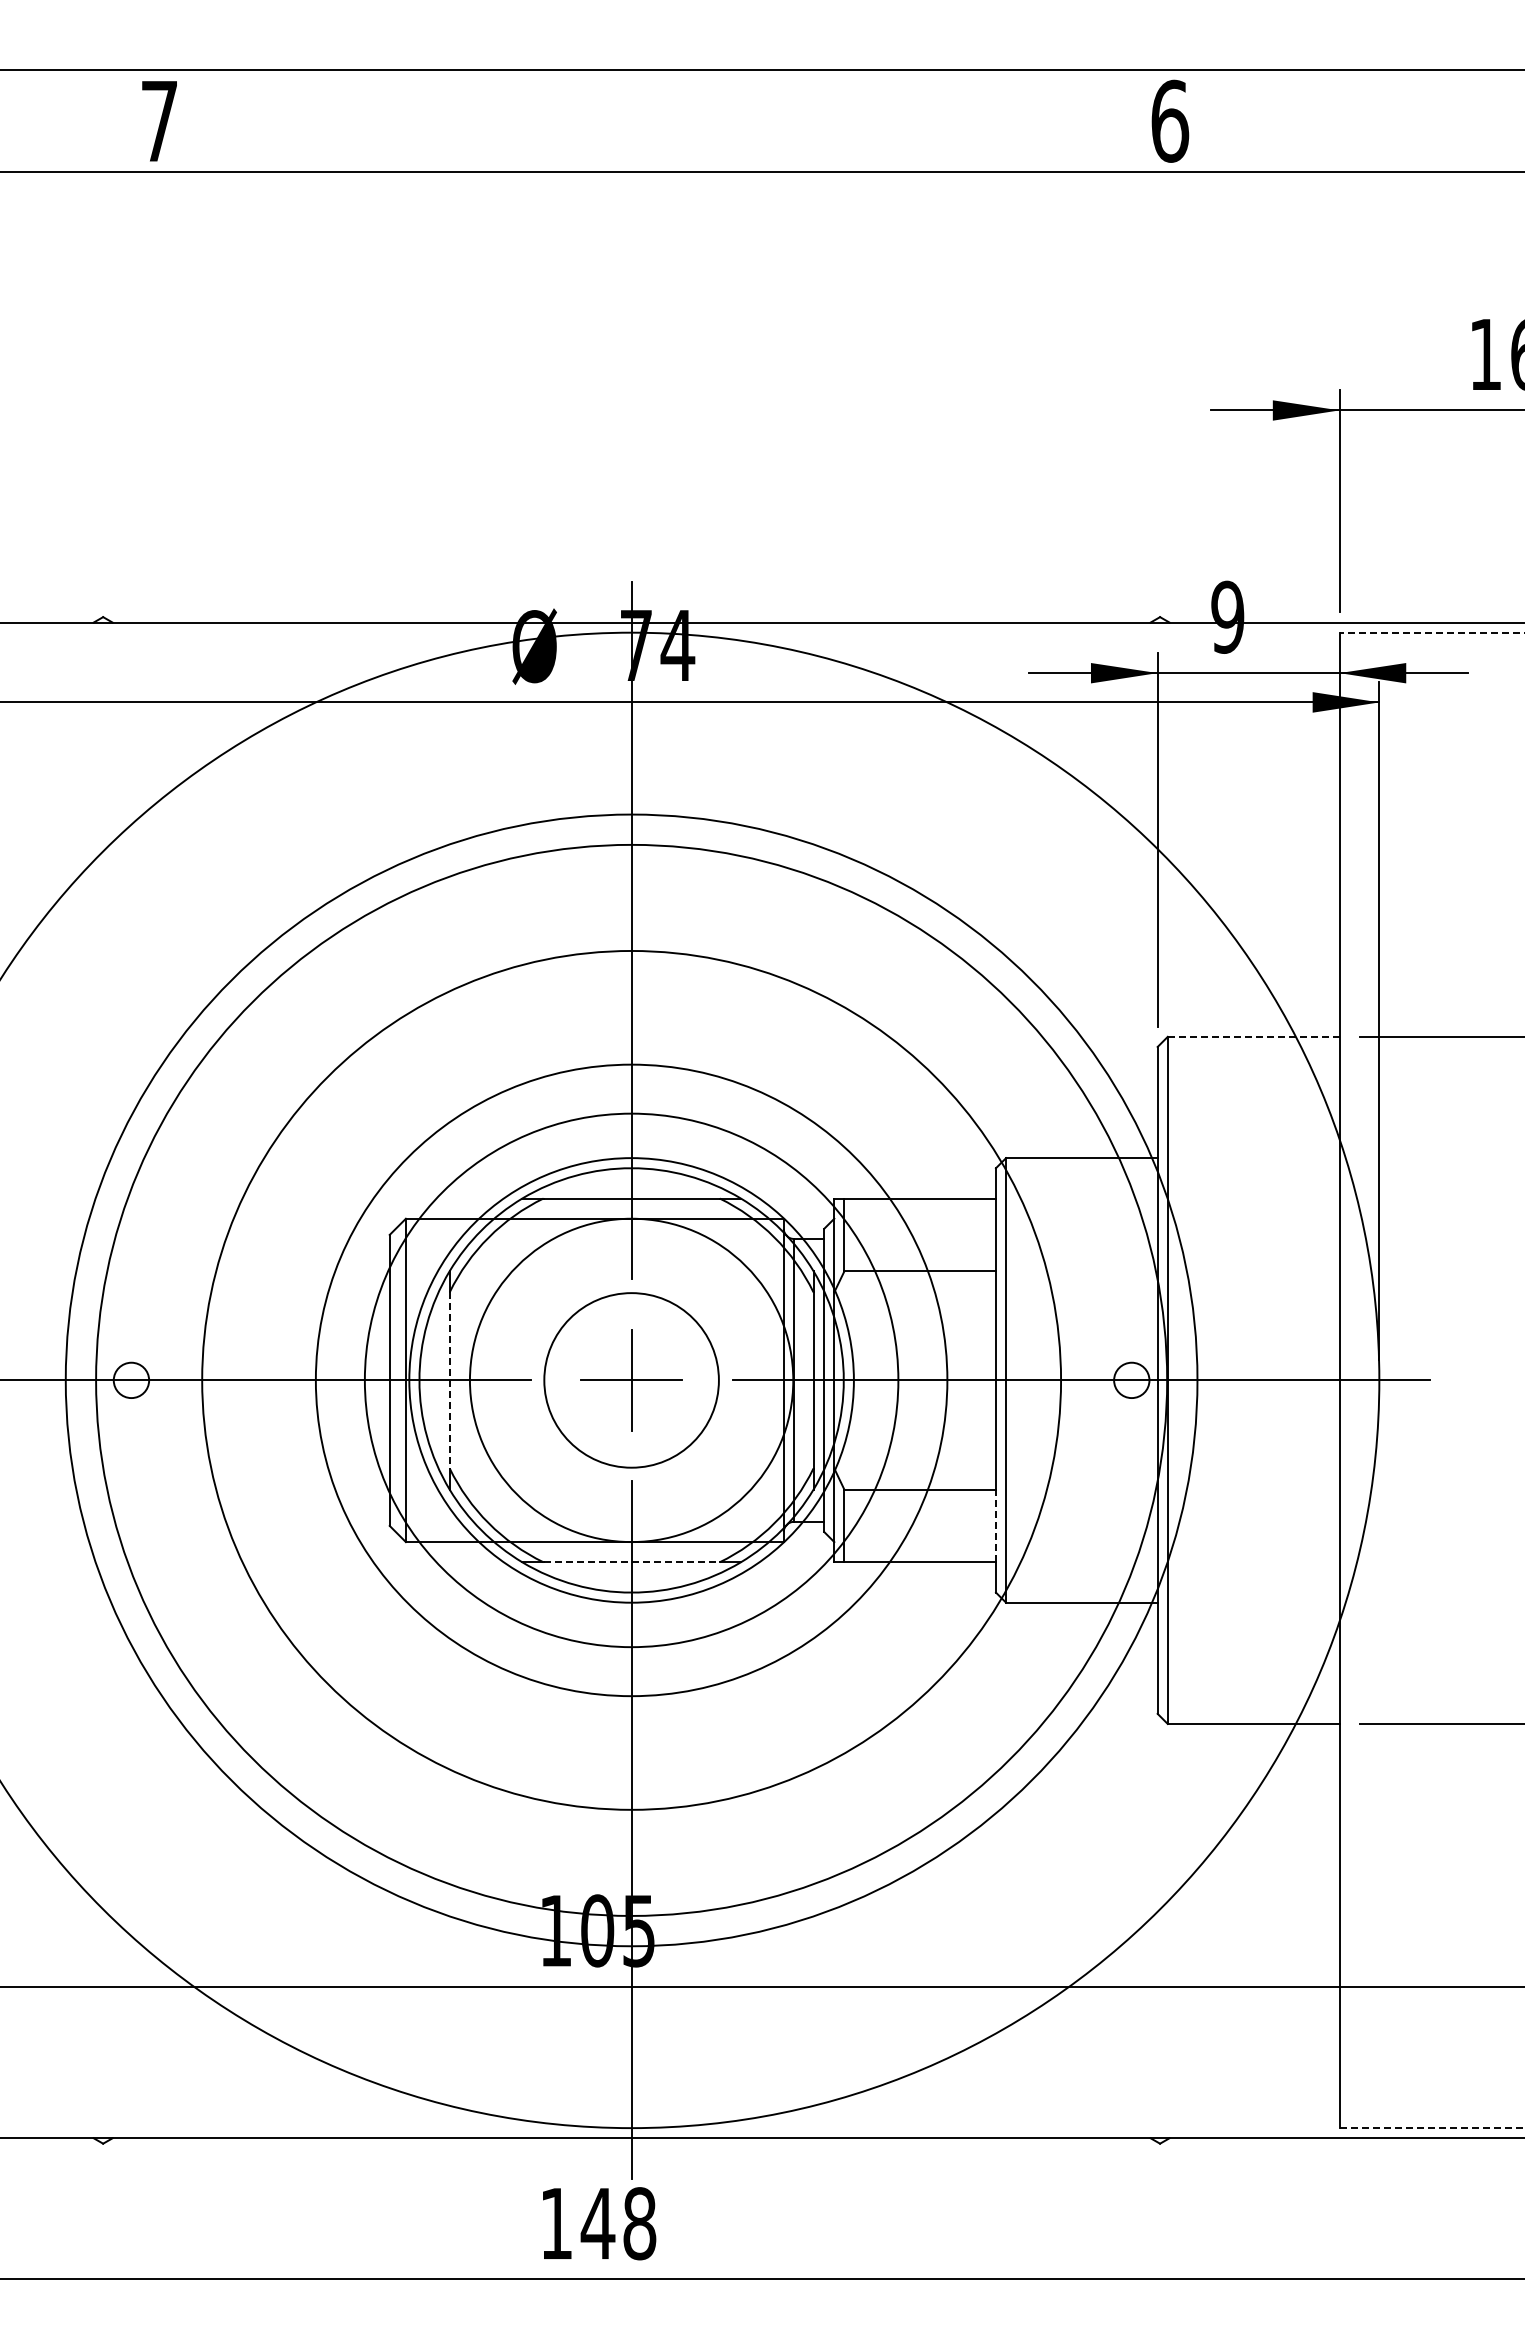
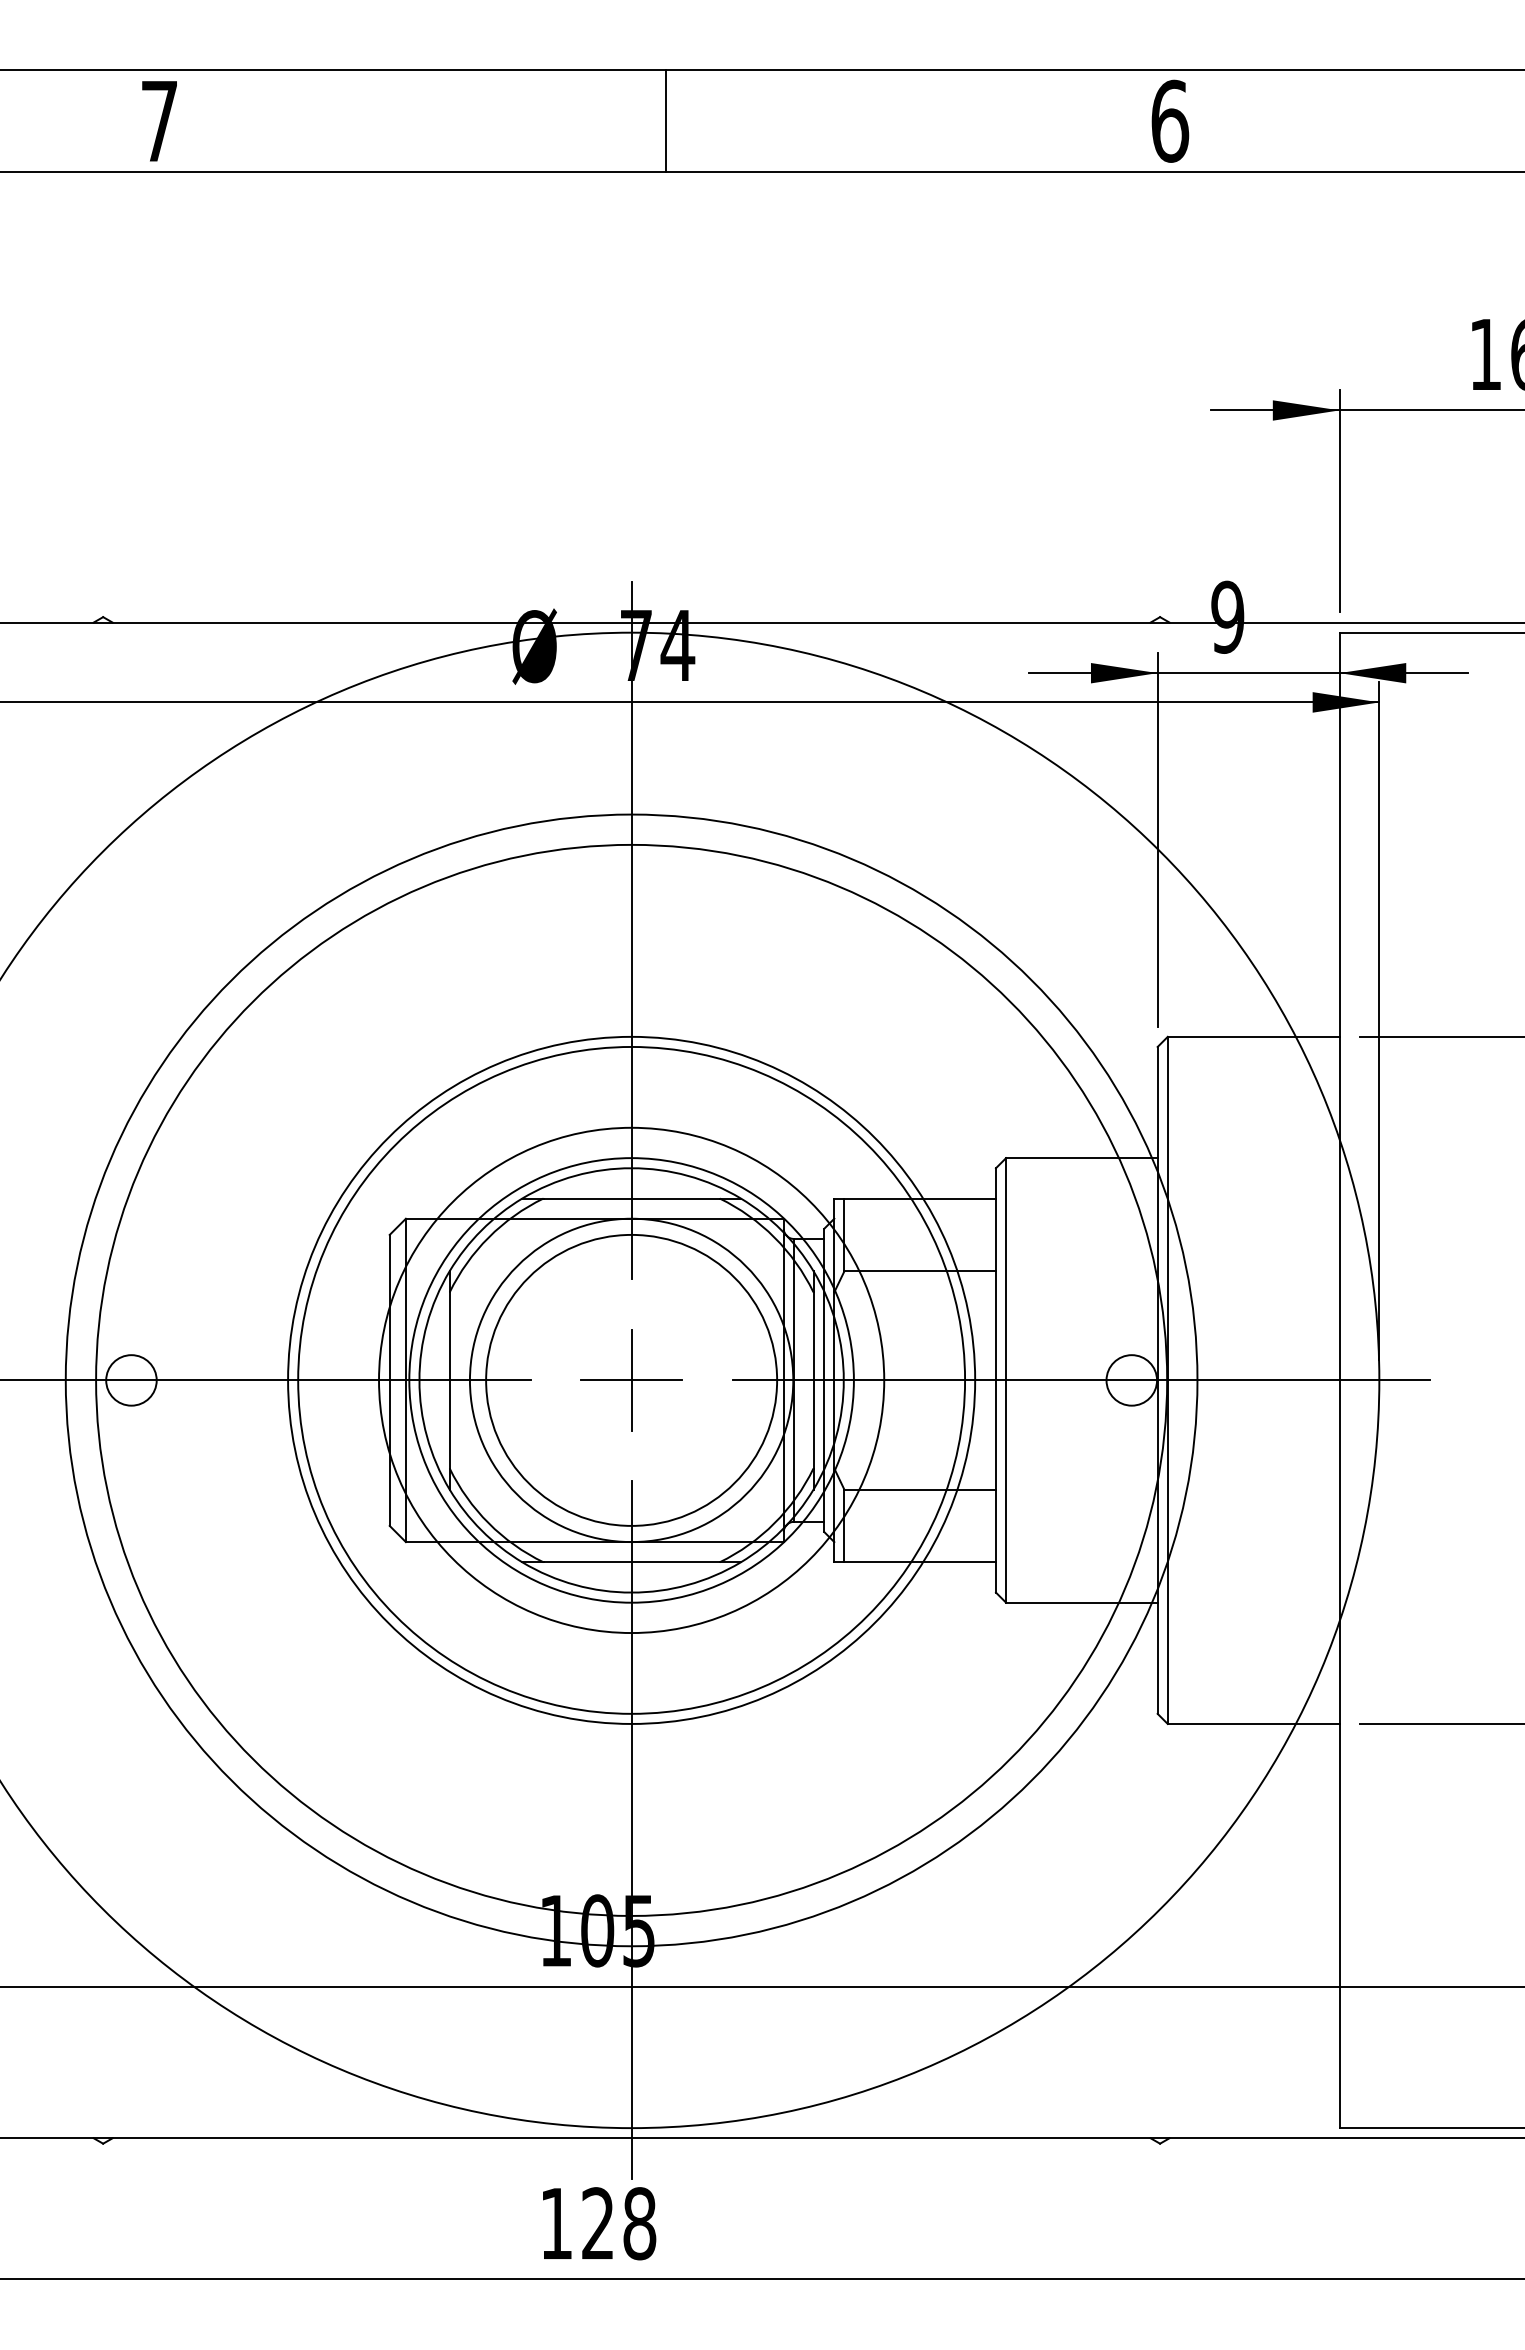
line at (665, 120): none -> present
line at (1431, 632): dashed -> solid
line at (1253, 1036): dashed -> solid
circle at (631, 1379) diameter: 859 px -> 687 px
circle at (131, 1380) diameter: 35 px -> 51 px
line at (449, 1380): dashed -> solid
circle at (631, 1380) diameter: 175 px -> 291 px
circle at (631, 1380) diameter: 534 px -> 667 px
circle at (631, 1380) diameter: 632 px -> 505 px
circle at (1131, 1380) diameter: 35 px -> 51 px
line at (995, 1525): dashed -> solid
line at (632, 1562): dashed -> solid
line at (1432, 2128): dashed -> solid
text at (597, 2222): 148 -> 128
